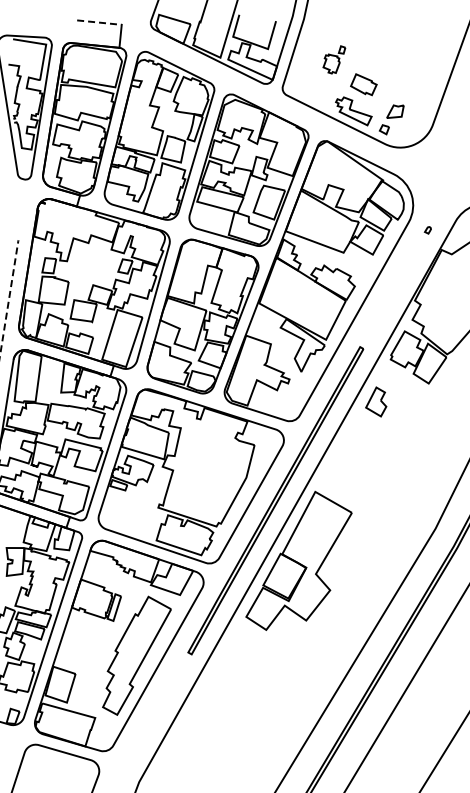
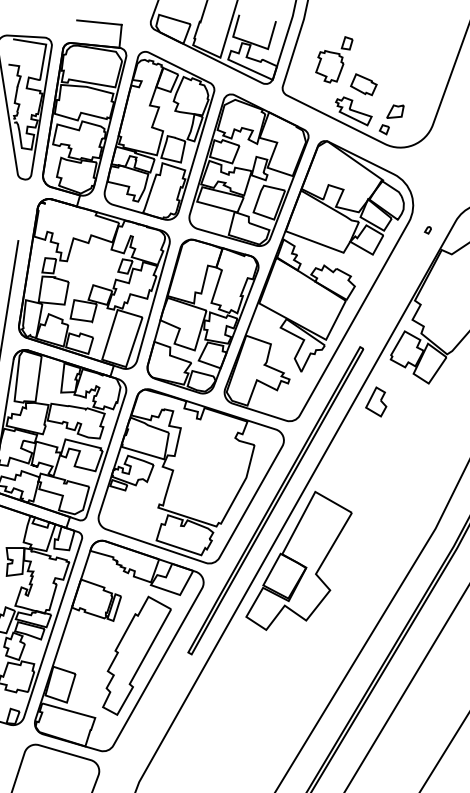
line at (99, 22): dashed -> solid
part at (334, 59) size: 25x30 px -> 39x48 px
line at (9, 294): dashed -> solid
